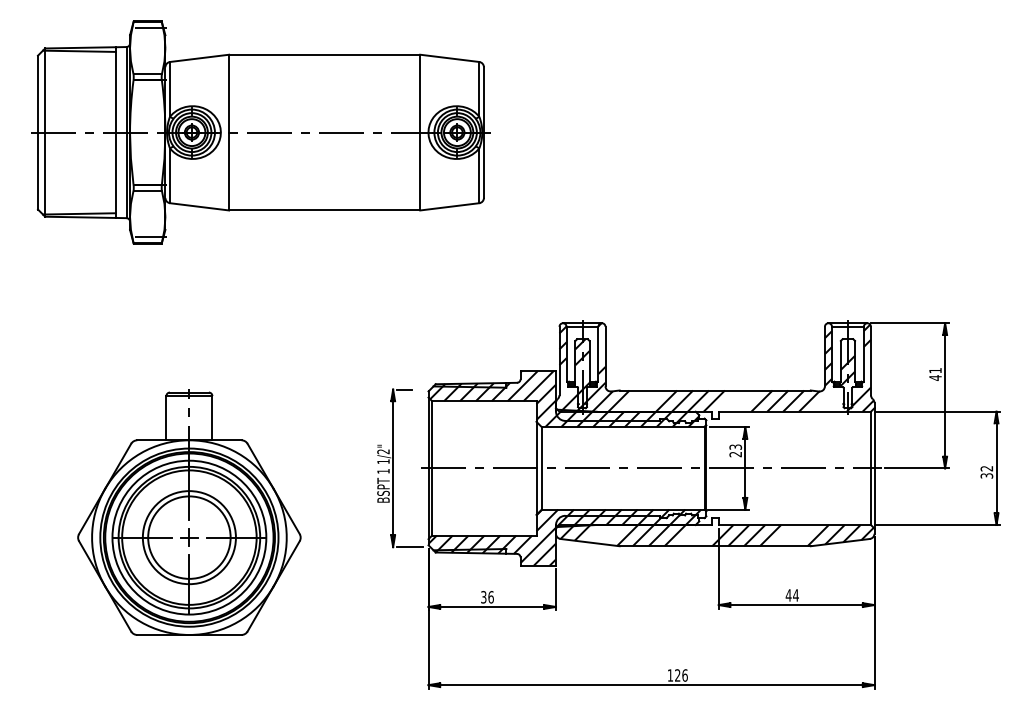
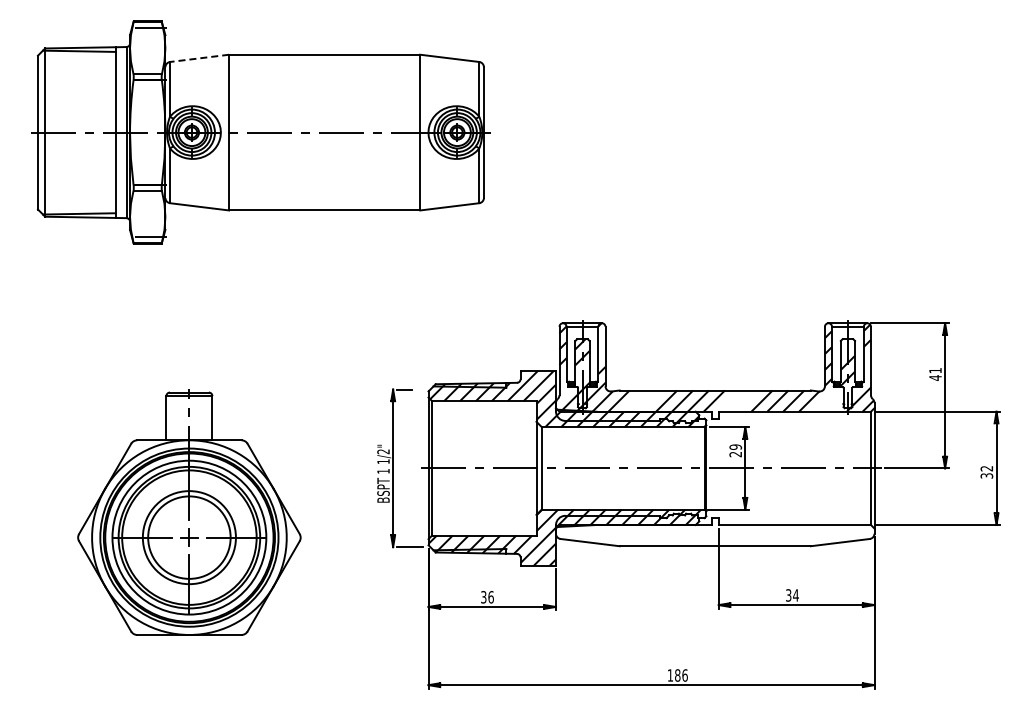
line at (199, 58): solid -> dashed
text at (735, 446): 23 -> 29
hatch at (716, 535): present -> none
text at (788, 595): 44 -> 34
text at (677, 675): 126 -> 186
